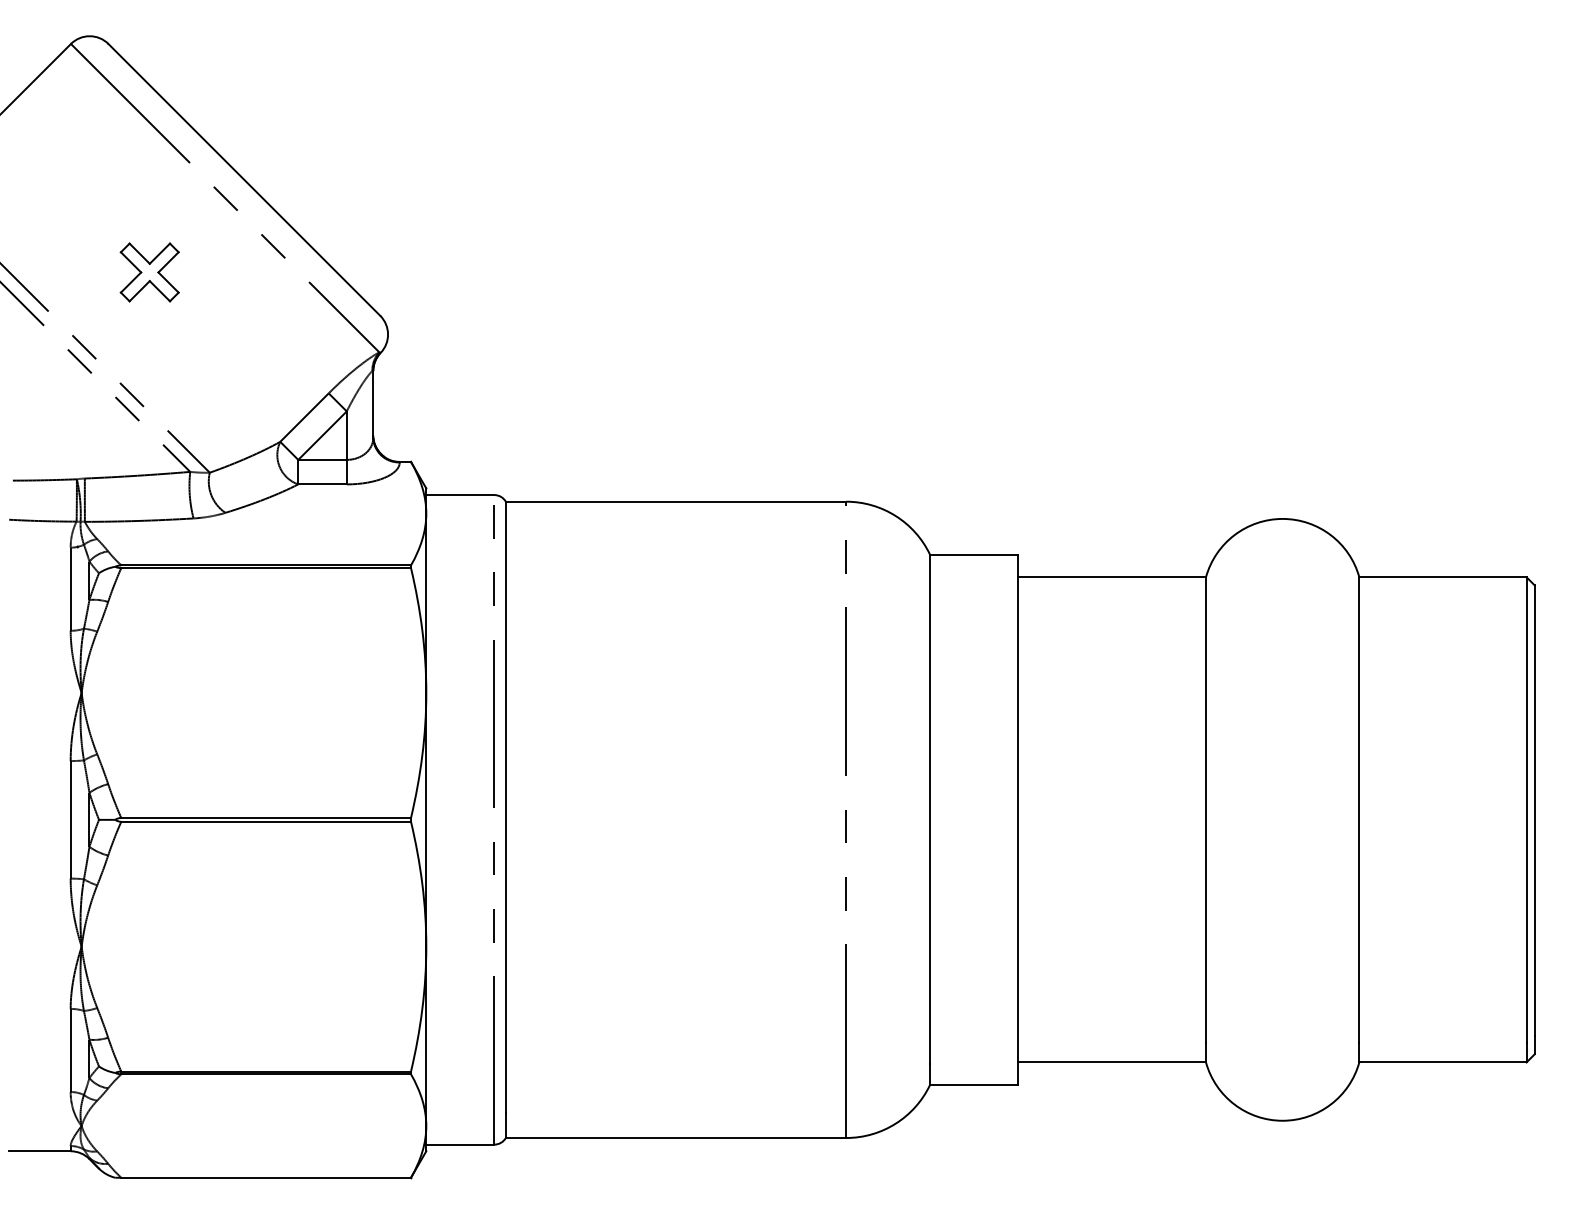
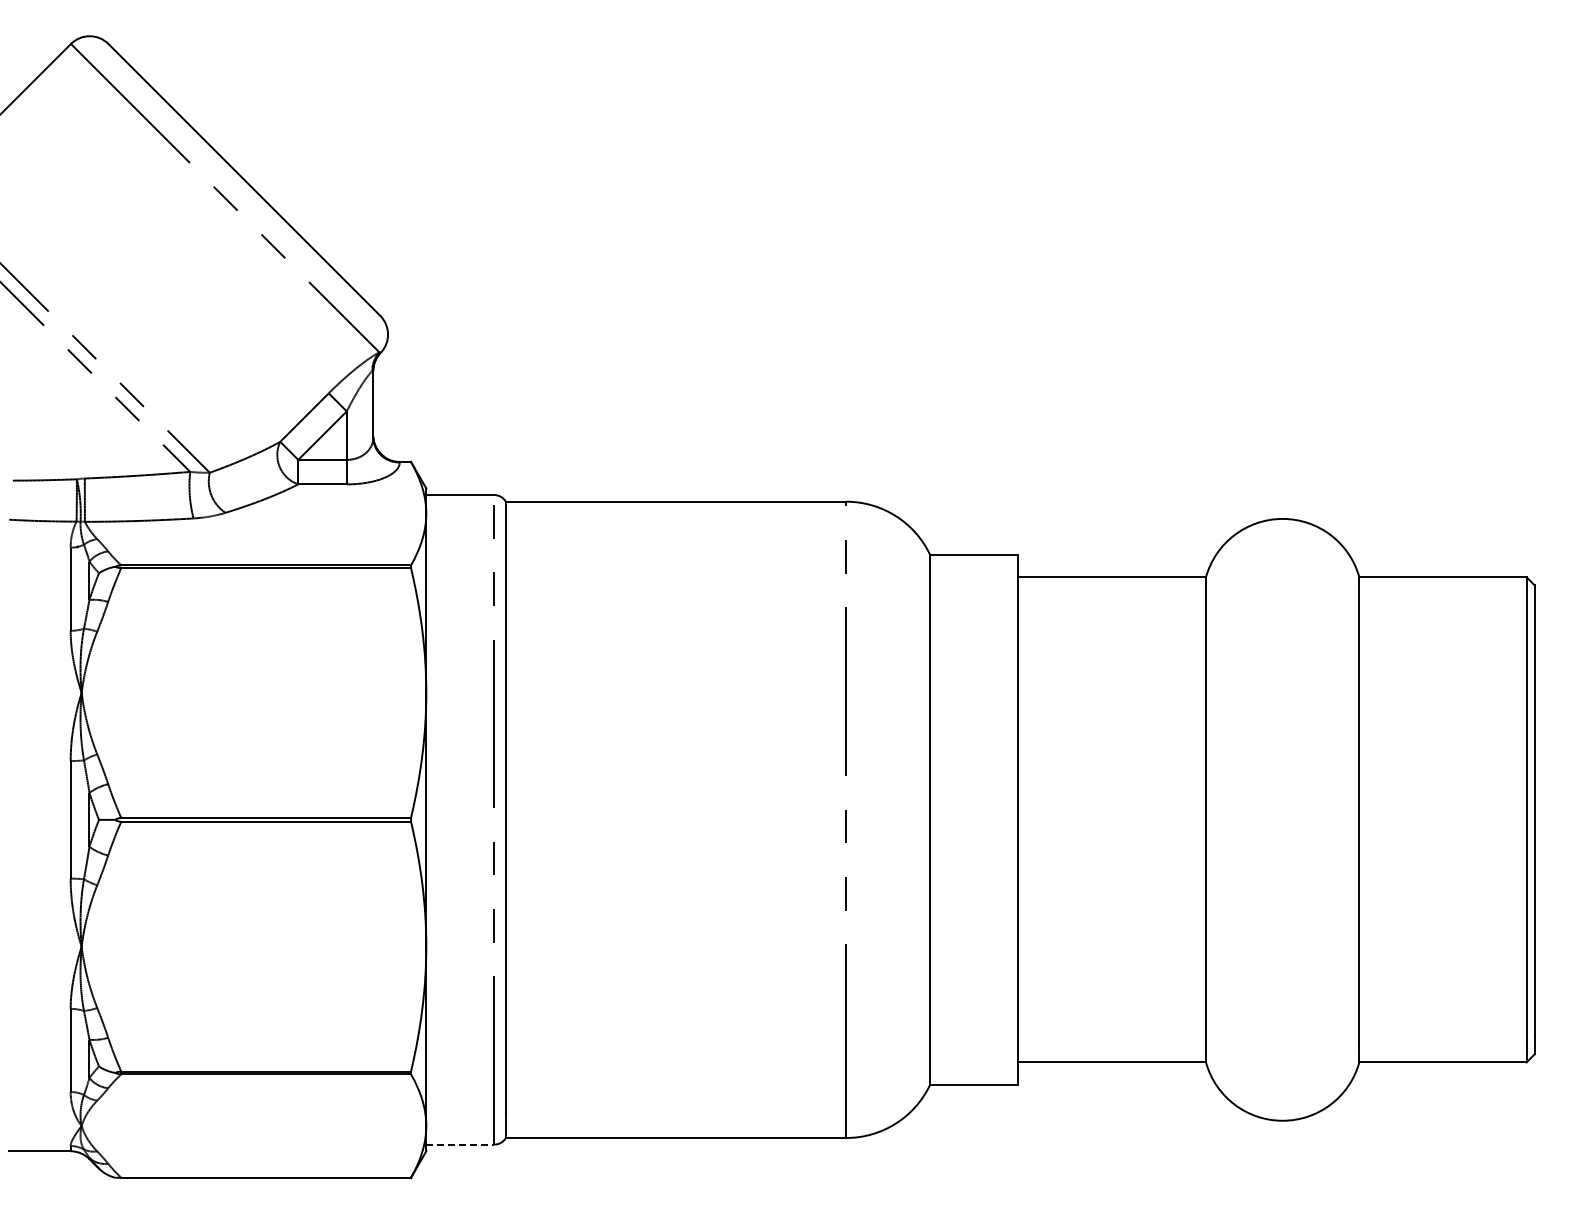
part at (149, 272): present -> none
line at (460, 1144): solid -> dashed
